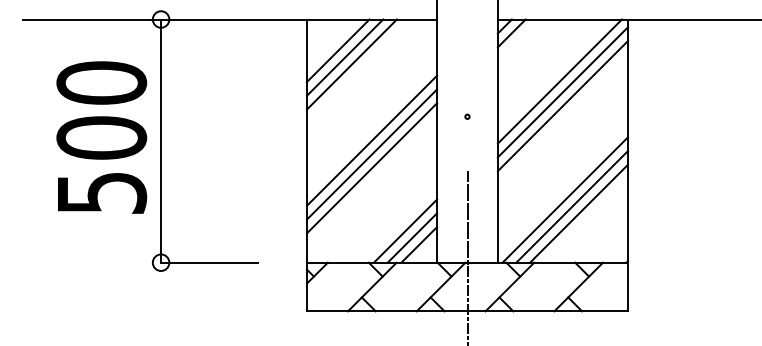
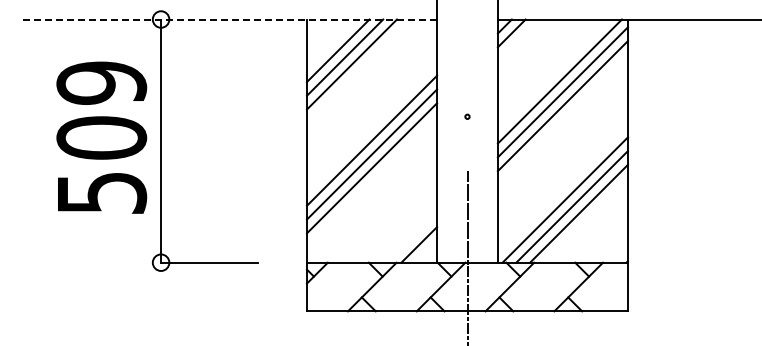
line at (229, 19): solid -> dashed
text at (101, 82): 500 -> 509
line at (405, 230): present -> none
line at (412, 237): present -> none
